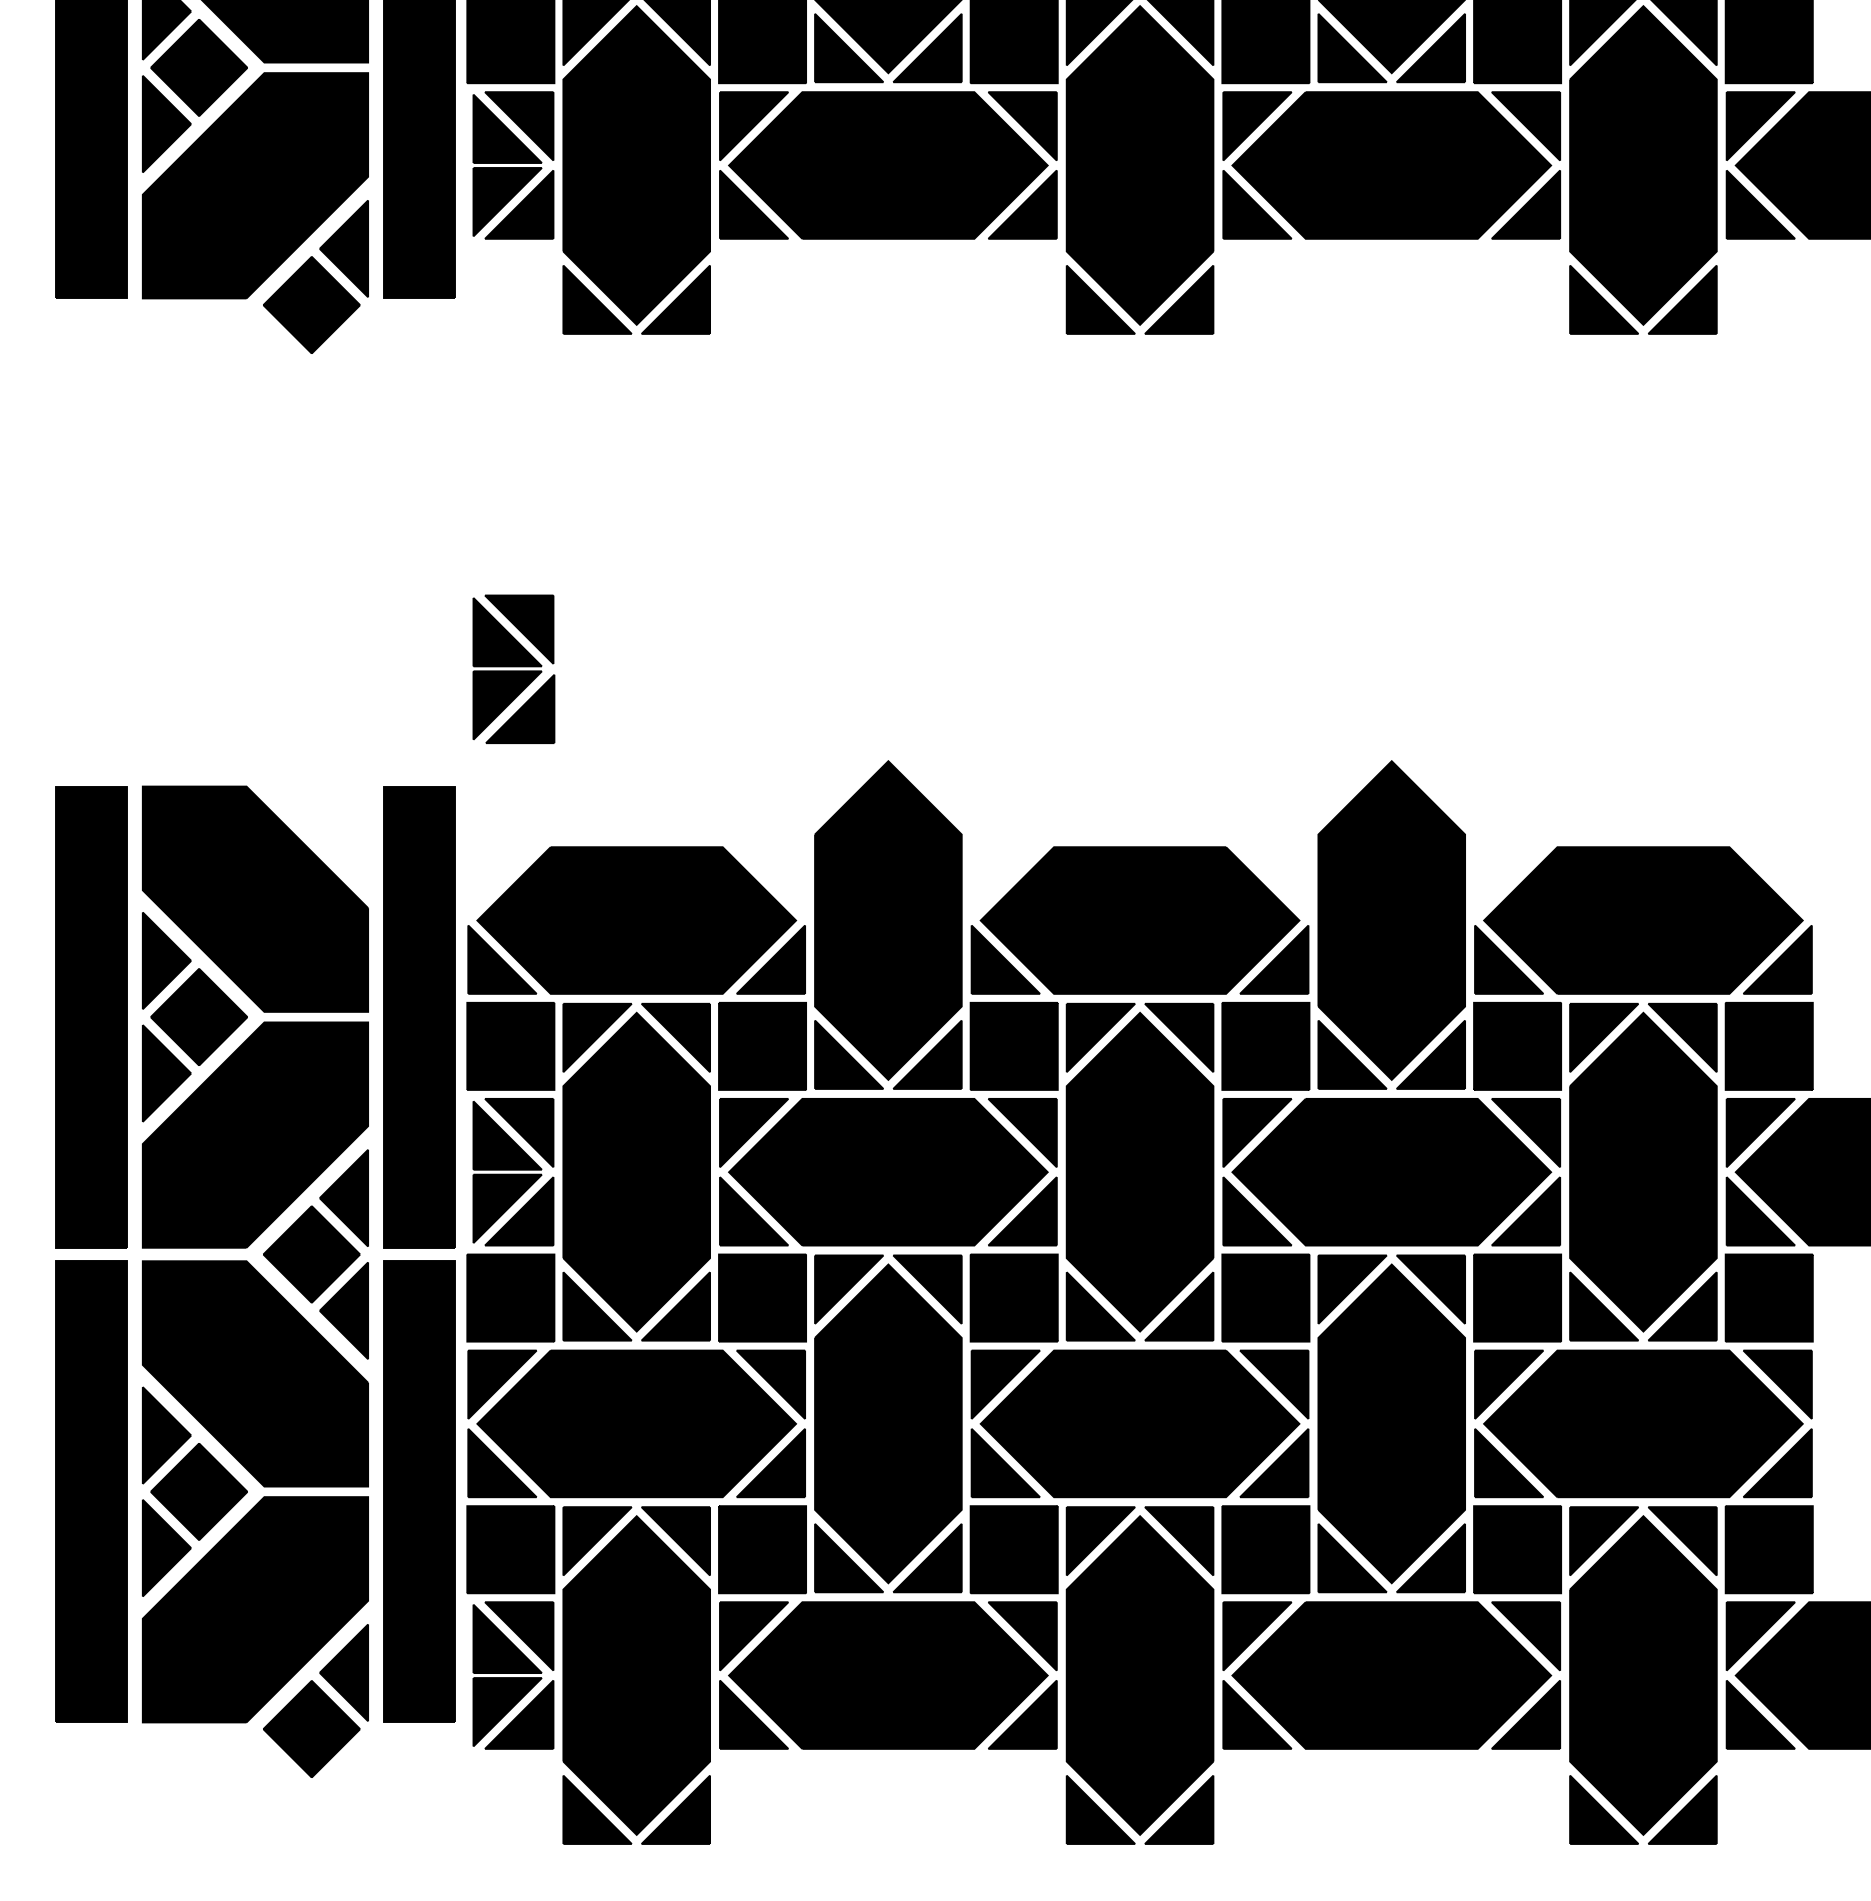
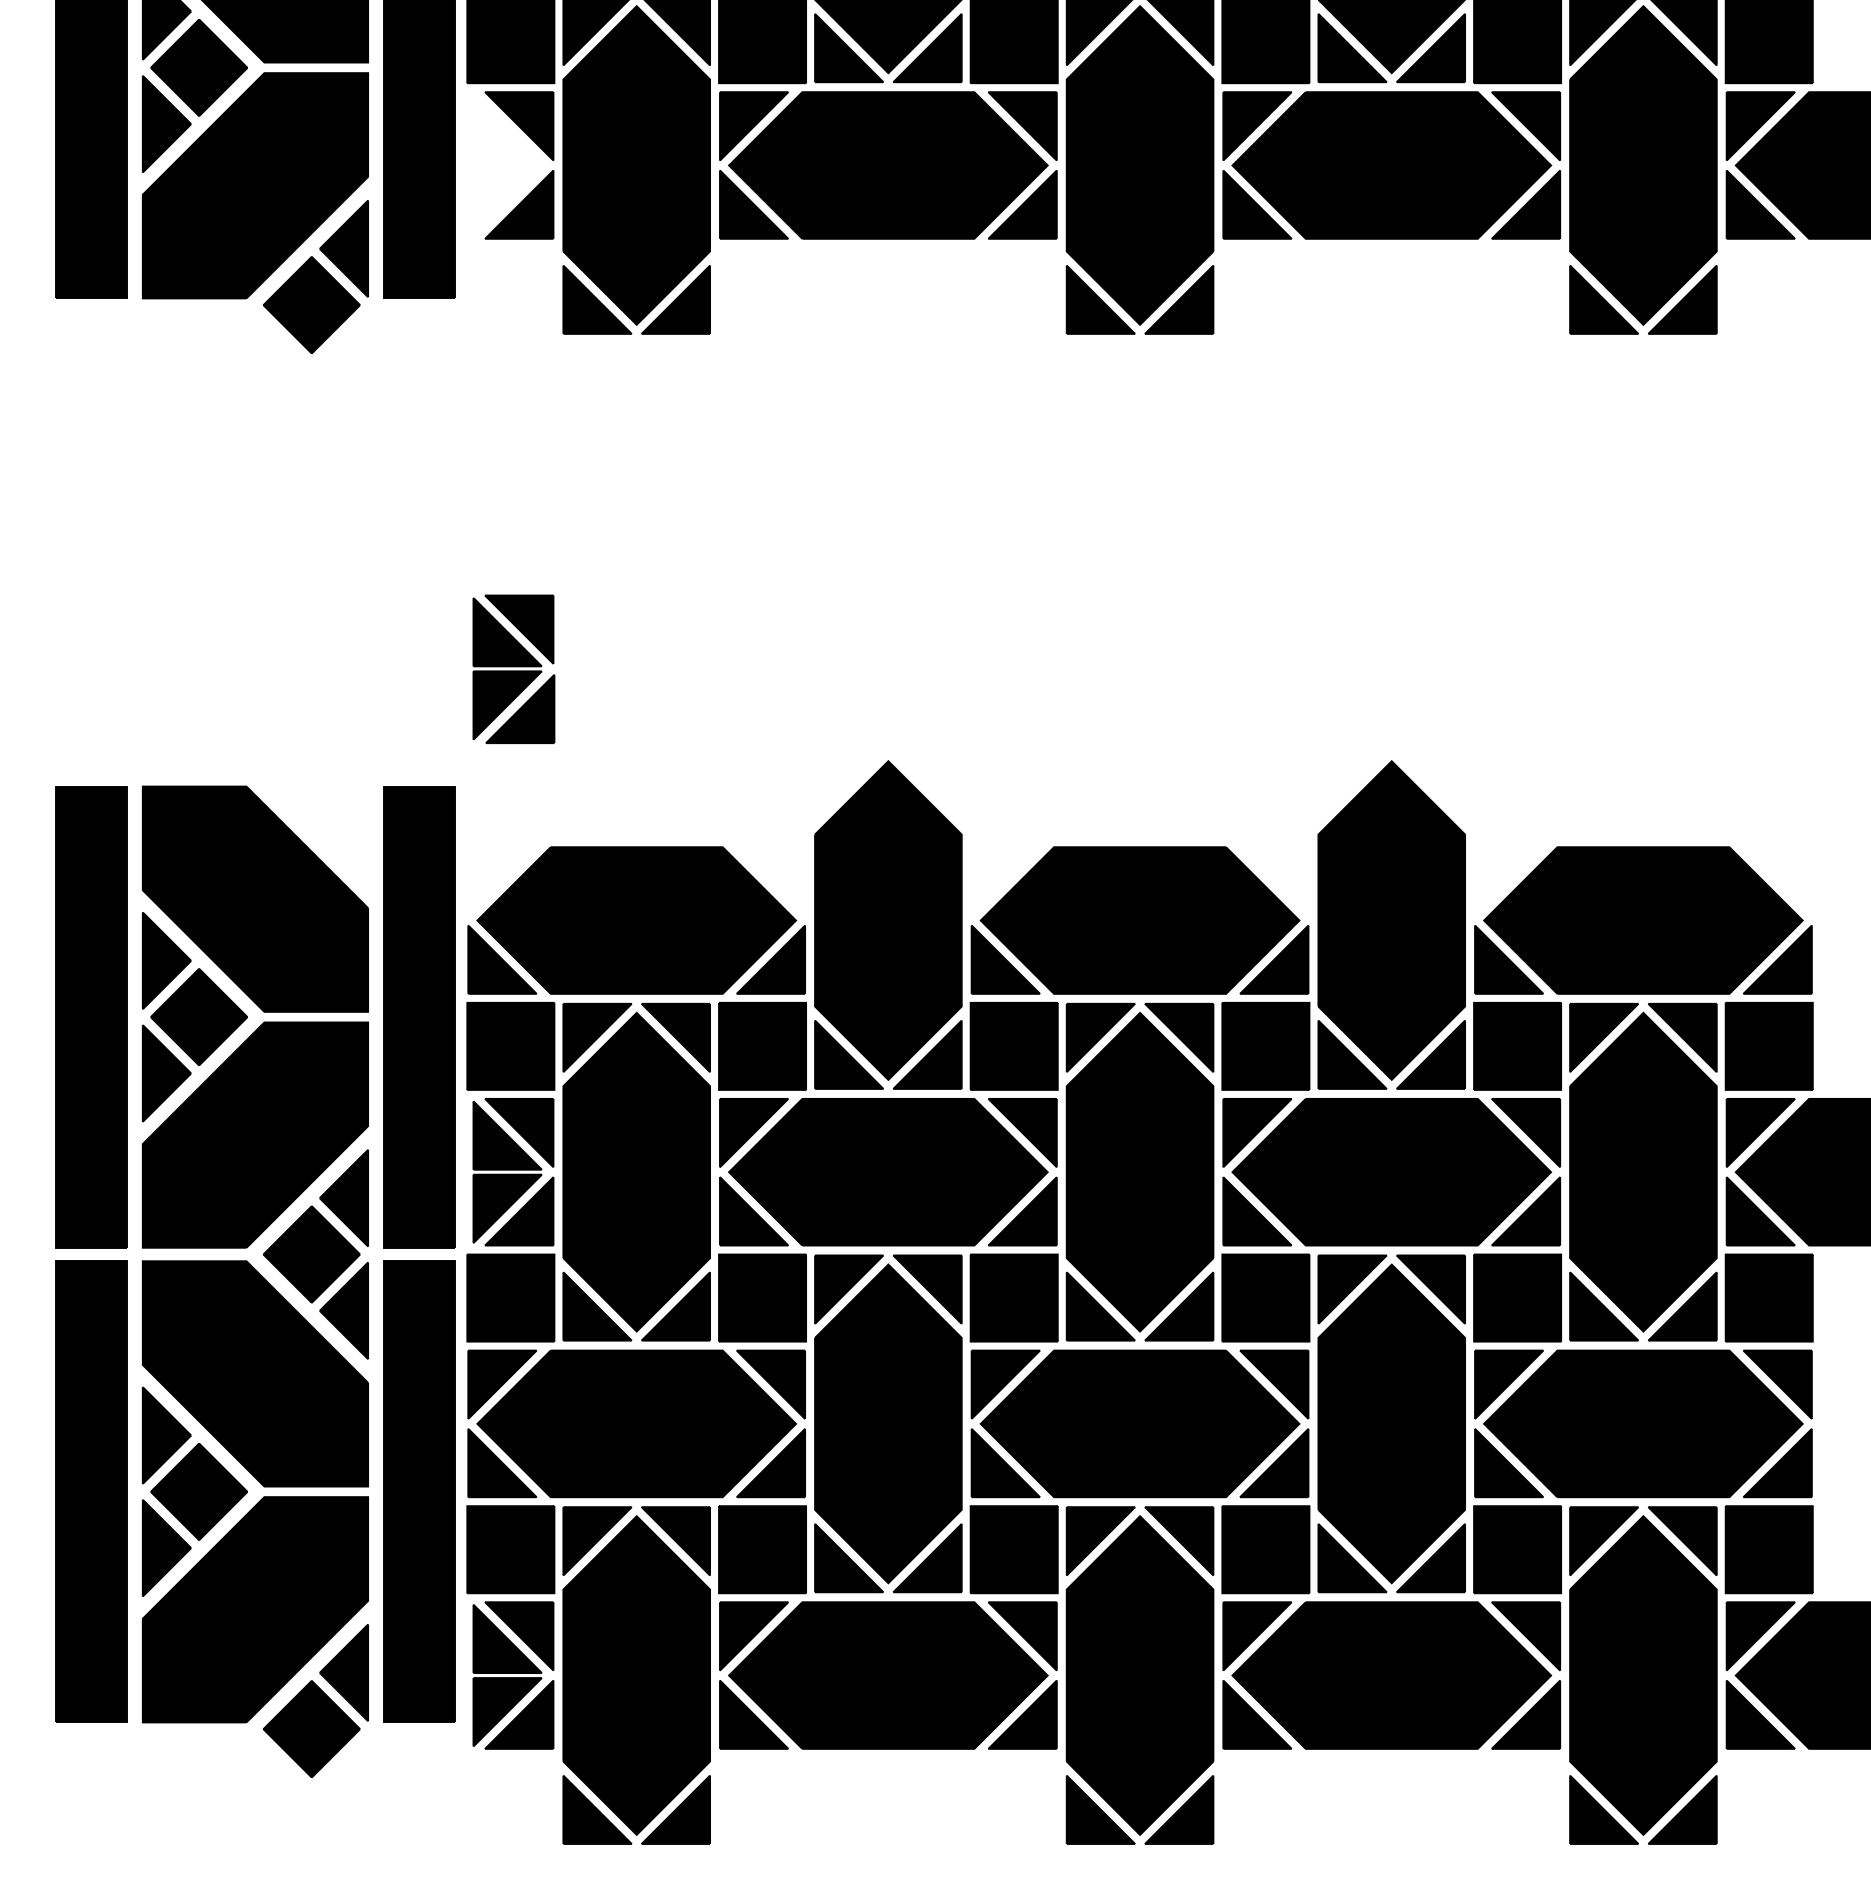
part at (507, 165): present -> none
